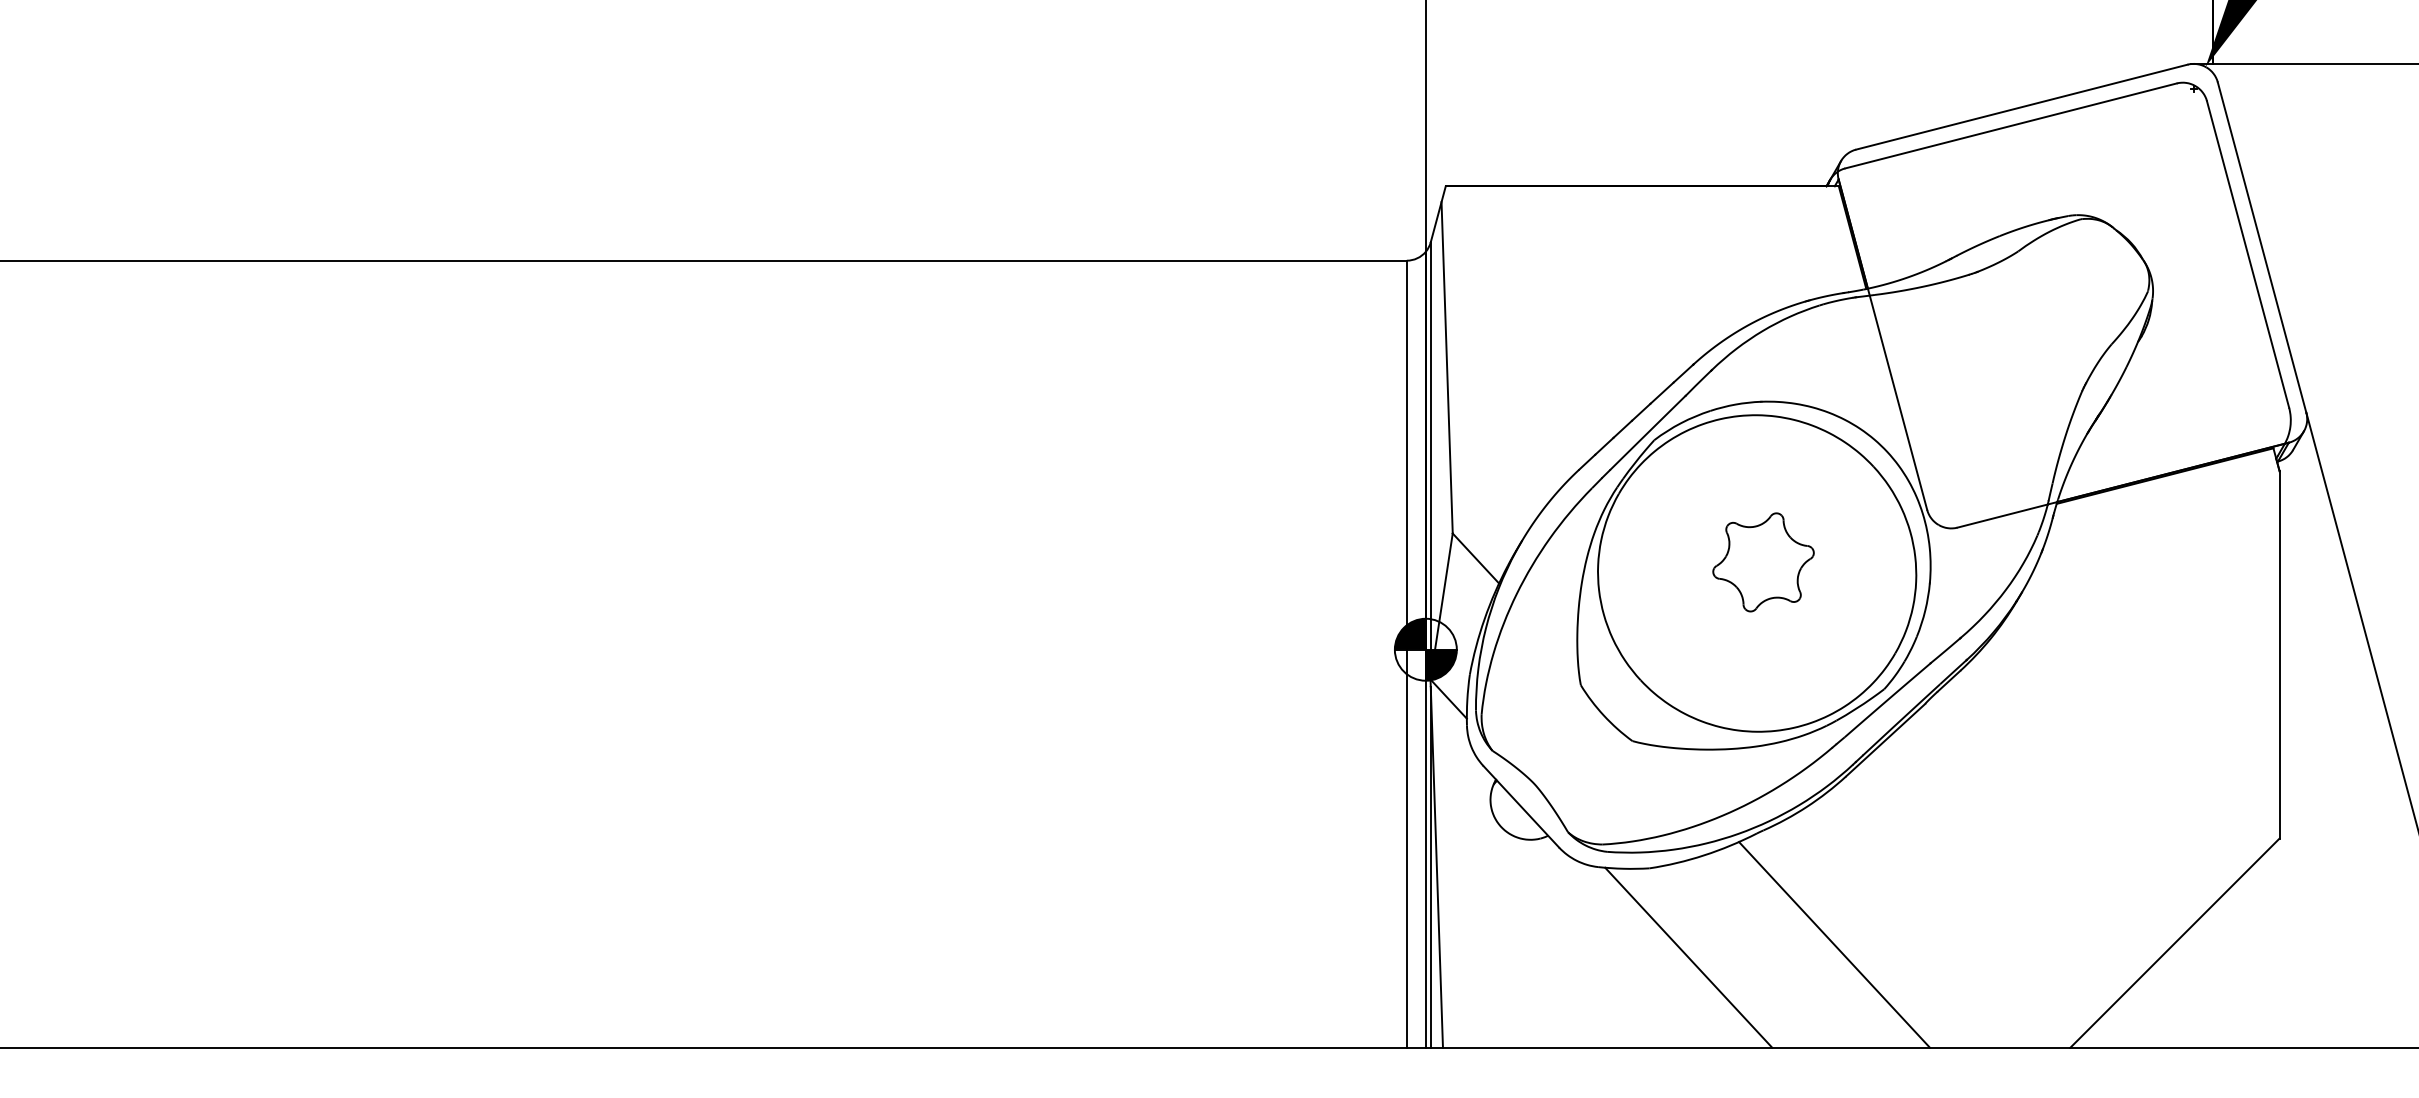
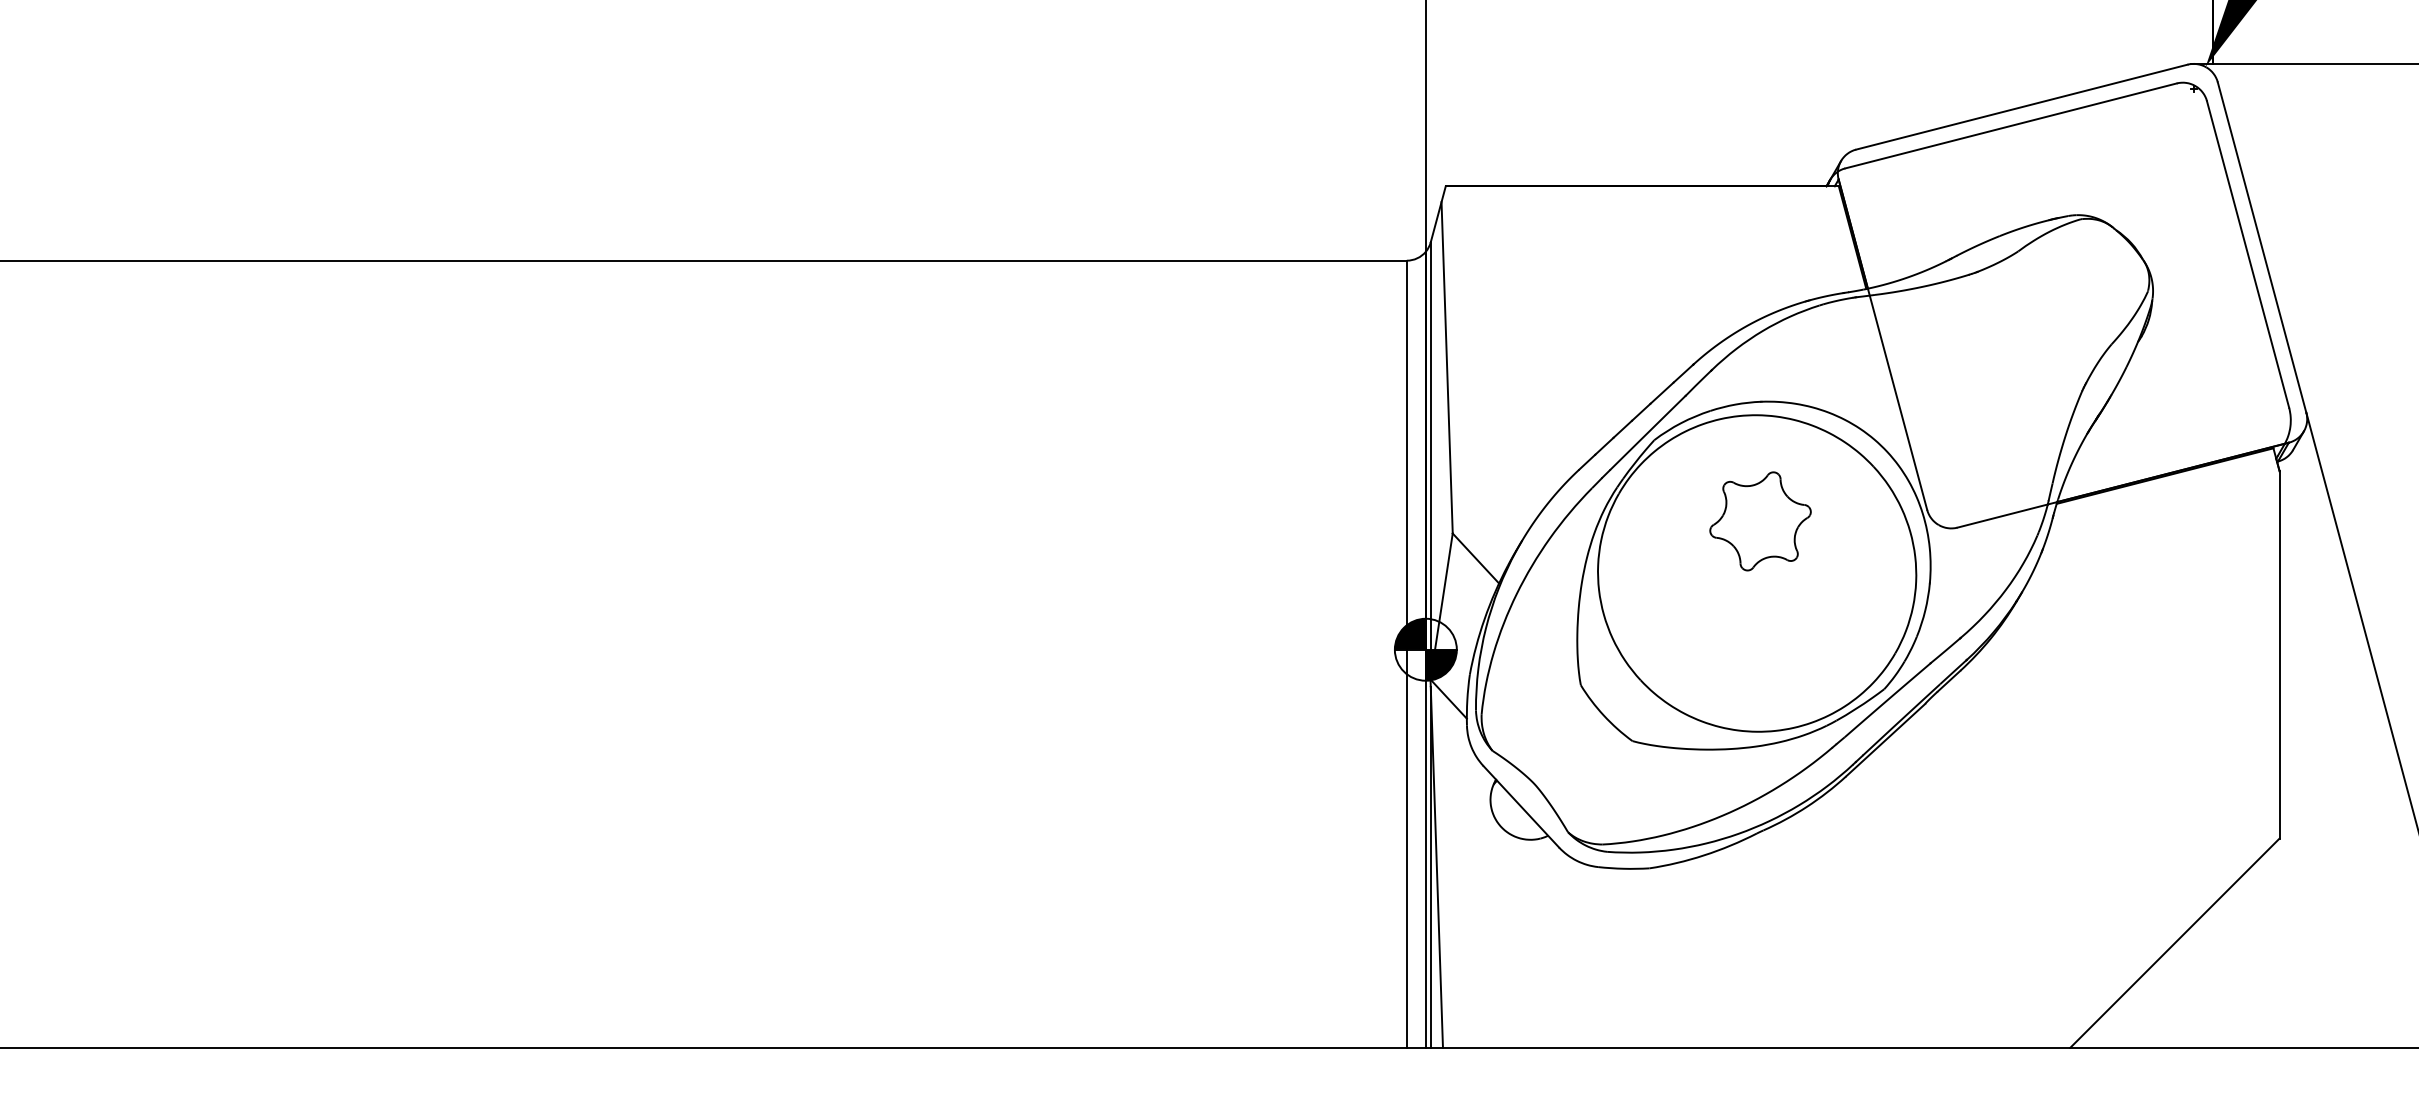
part at (1763, 562) position: (1763, 562) -> (1760, 521)
line at (1834, 944): present -> none
line at (1688, 957): present -> none
